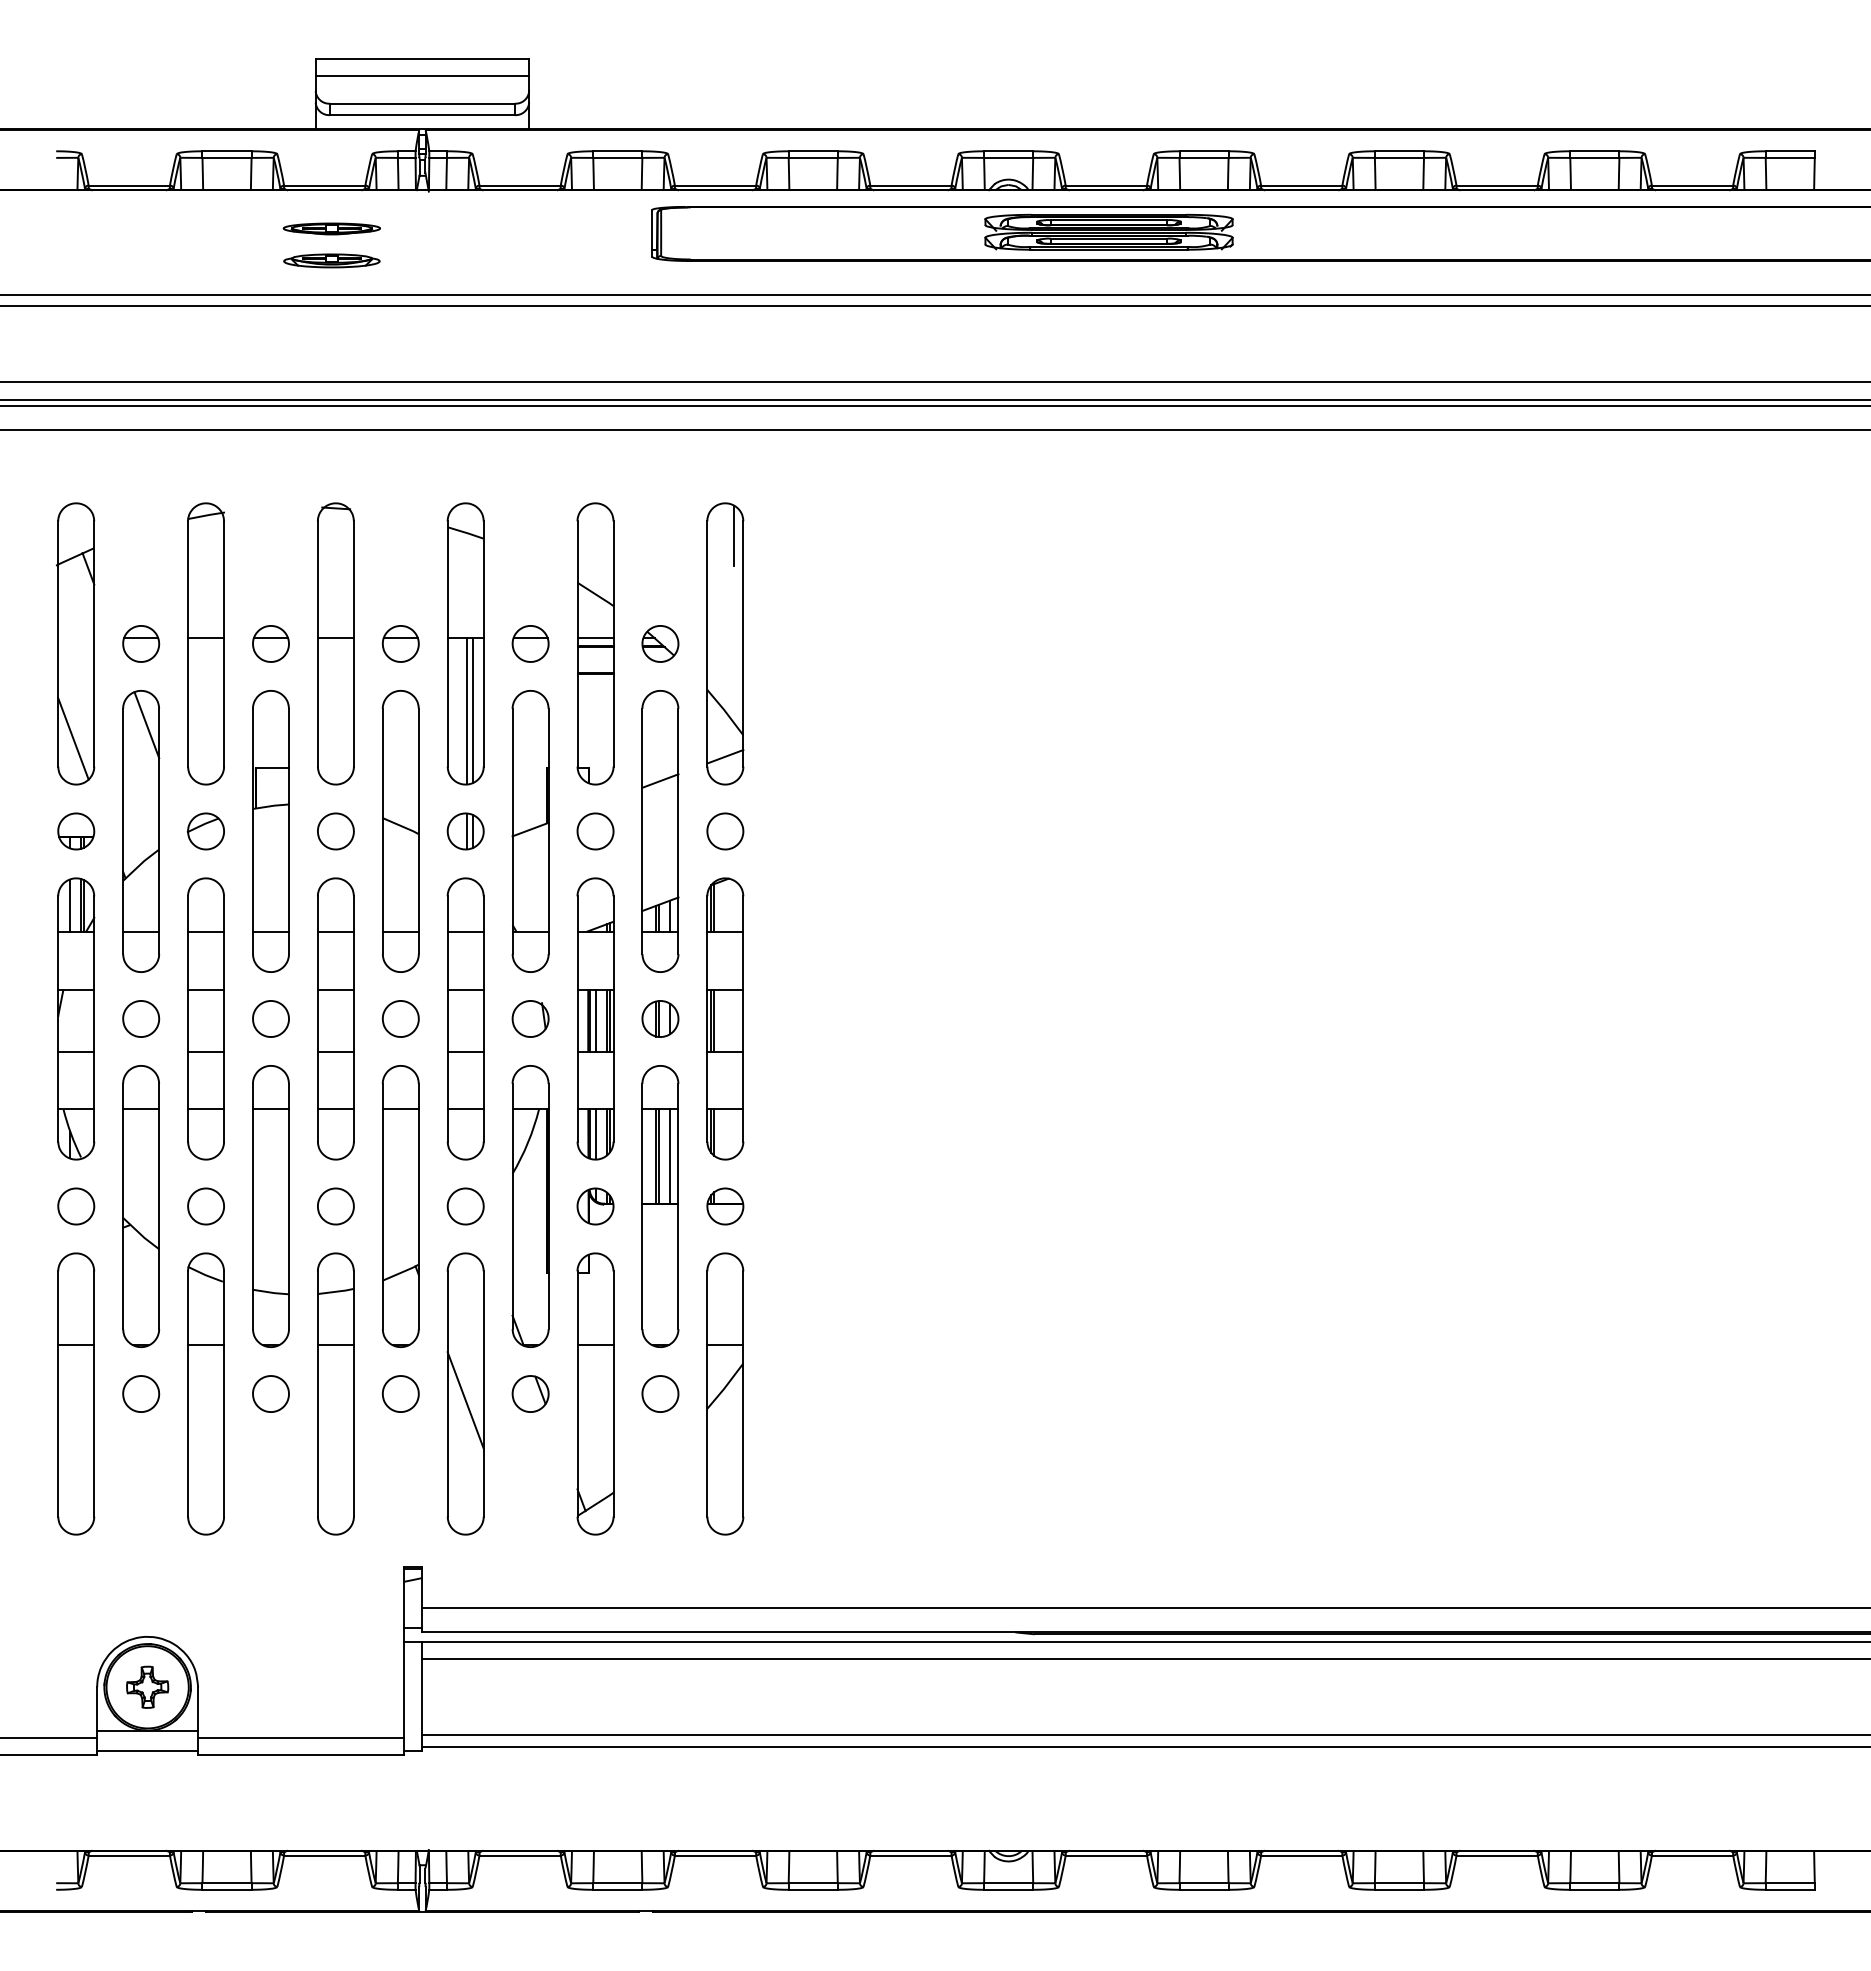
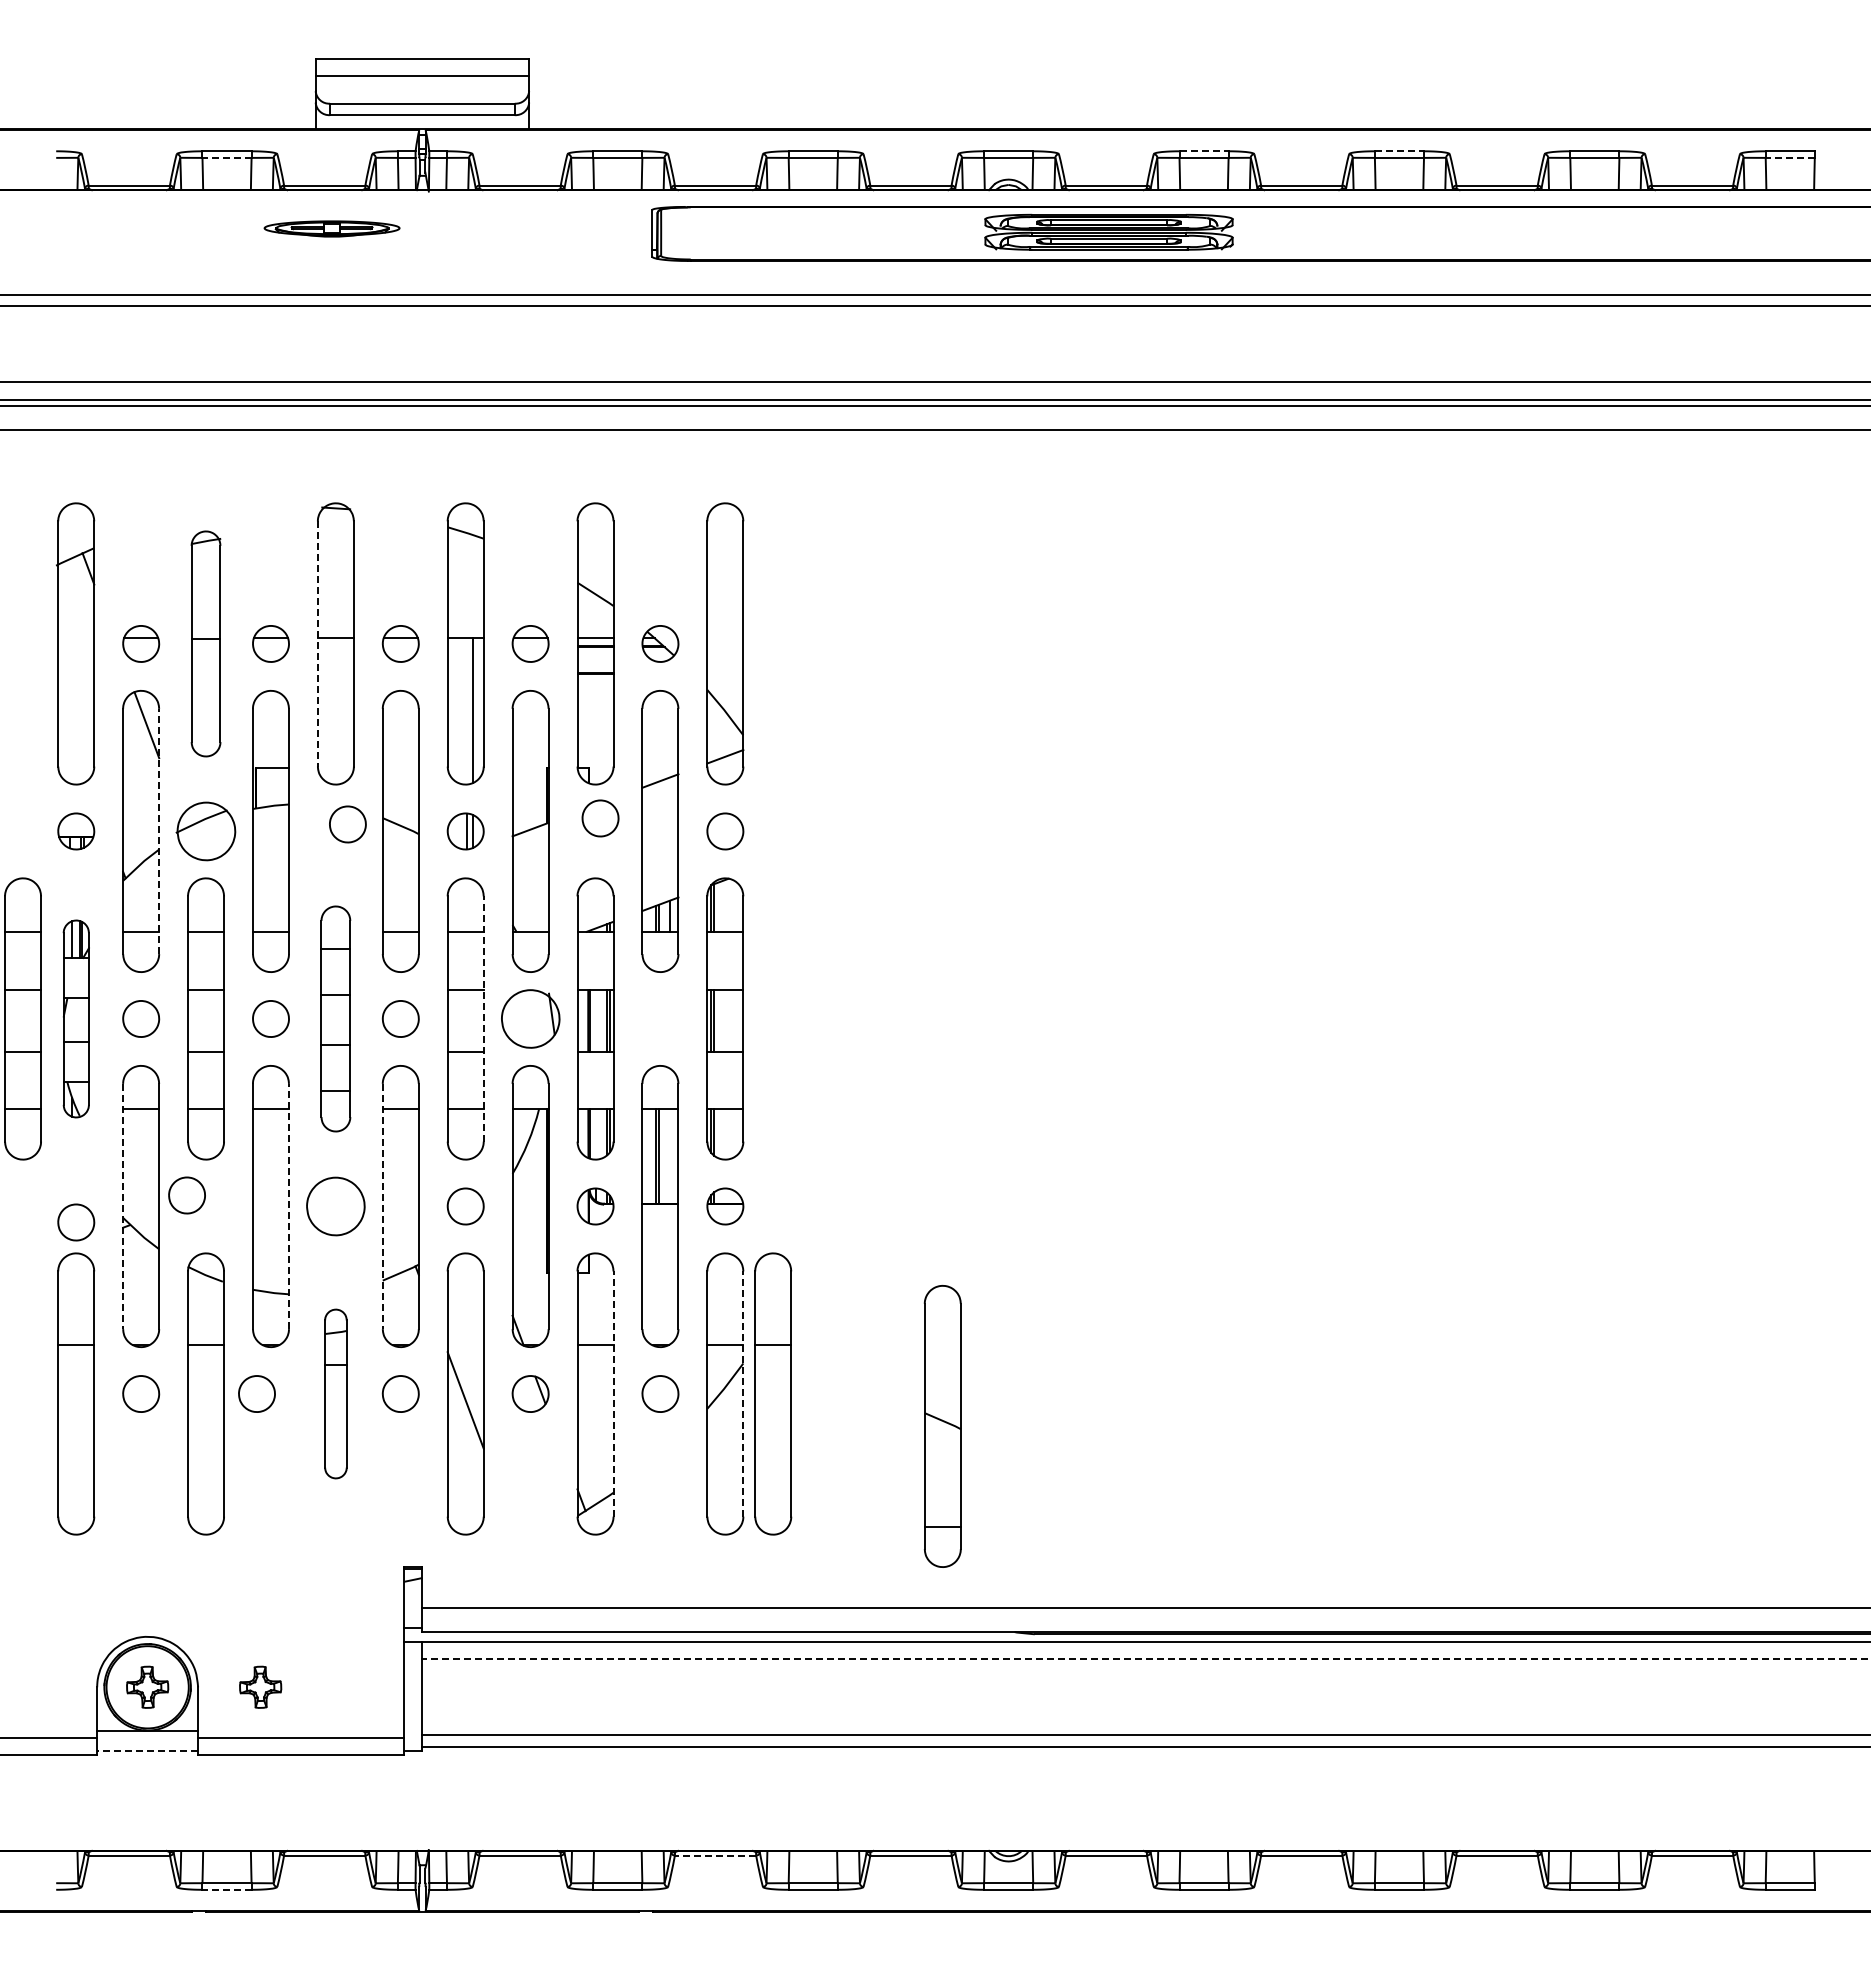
line at (1204, 151): solid -> dashed
line at (1399, 151): solid -> dashed
line at (227, 157): solid -> dashed
line at (1790, 157): solid -> dashed
part at (331, 228) size: 99x14 px -> 138x18 px
part at (331, 260): present -> none
line at (734, 535): present -> none
part at (205, 643) size: 38x284 px -> 32x228 px
line at (317, 643): solid -> dashed
line at (467, 711): present -> none
line at (73, 738): present -> none
line at (159, 831): solid -> dashed
part at (205, 831) size: 39x39 px -> 62x61 px
part at (335, 831) position: (335, 831) -> (347, 824)
part at (595, 831) position: (595, 831) -> (600, 818)
part at (22, 1018): none -> present
part at (76, 1018) size: 39x284 px -> 28x200 px
part at (335, 1018) size: 38x284 px -> 32x228 px
line at (483, 1018): solid -> dashed
part at (530, 1018) size: 39x38 px -> 60x60 px
part at (660, 1018): present -> none
line at (596, 1020): present -> none
line at (596, 1134): present -> none
line at (669, 1156): present -> none
part at (76, 1206) position: (76, 1206) -> (76, 1222)
line at (123, 1206): solid -> dashed
part at (205, 1206) position: (205, 1206) -> (186, 1195)
line at (289, 1206): solid -> dashed
part at (335, 1206) size: 38x39 px -> 60x61 px
line at (382, 1206): solid -> dashed
part at (270, 1393) position: (270, 1393) -> (256, 1393)
part at (335, 1393) size: 38x284 px -> 24x172 px
part at (773, 1393): none -> present
line at (613, 1394): solid -> dashed
line at (743, 1394): solid -> dashed
part at (942, 1426): none -> present
line at (1146, 1658): solid -> dashed
part at (260, 1686): none -> present
line at (147, 1751): solid -> dashed
line at (715, 1855): solid -> dashed
line at (227, 1889): solid -> dashed
